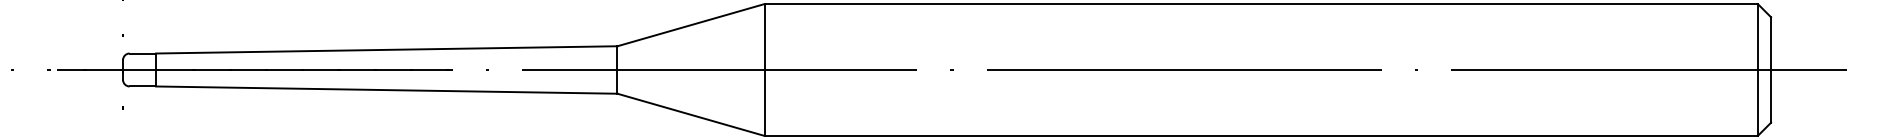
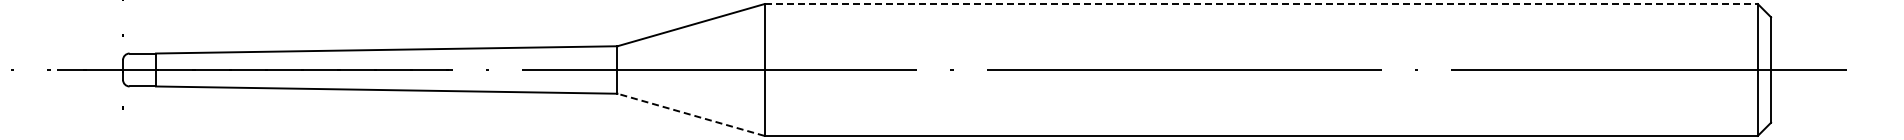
line at (1261, 4): solid -> dashed
line at (691, 114): solid -> dashed
